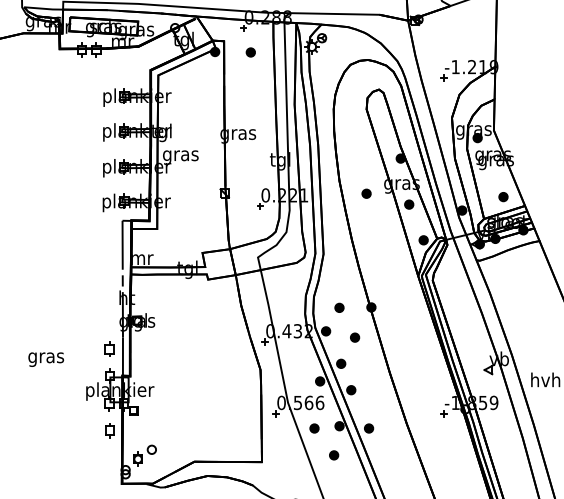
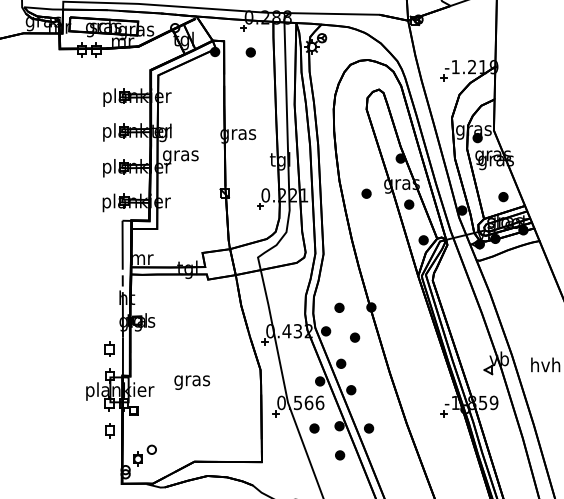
text at (46, 359) position: (46, 359) -> (192, 382)
text at (545, 379) position: (545, 379) -> (545, 364)
part at (334, 455) position: (334, 455) -> (340, 455)
